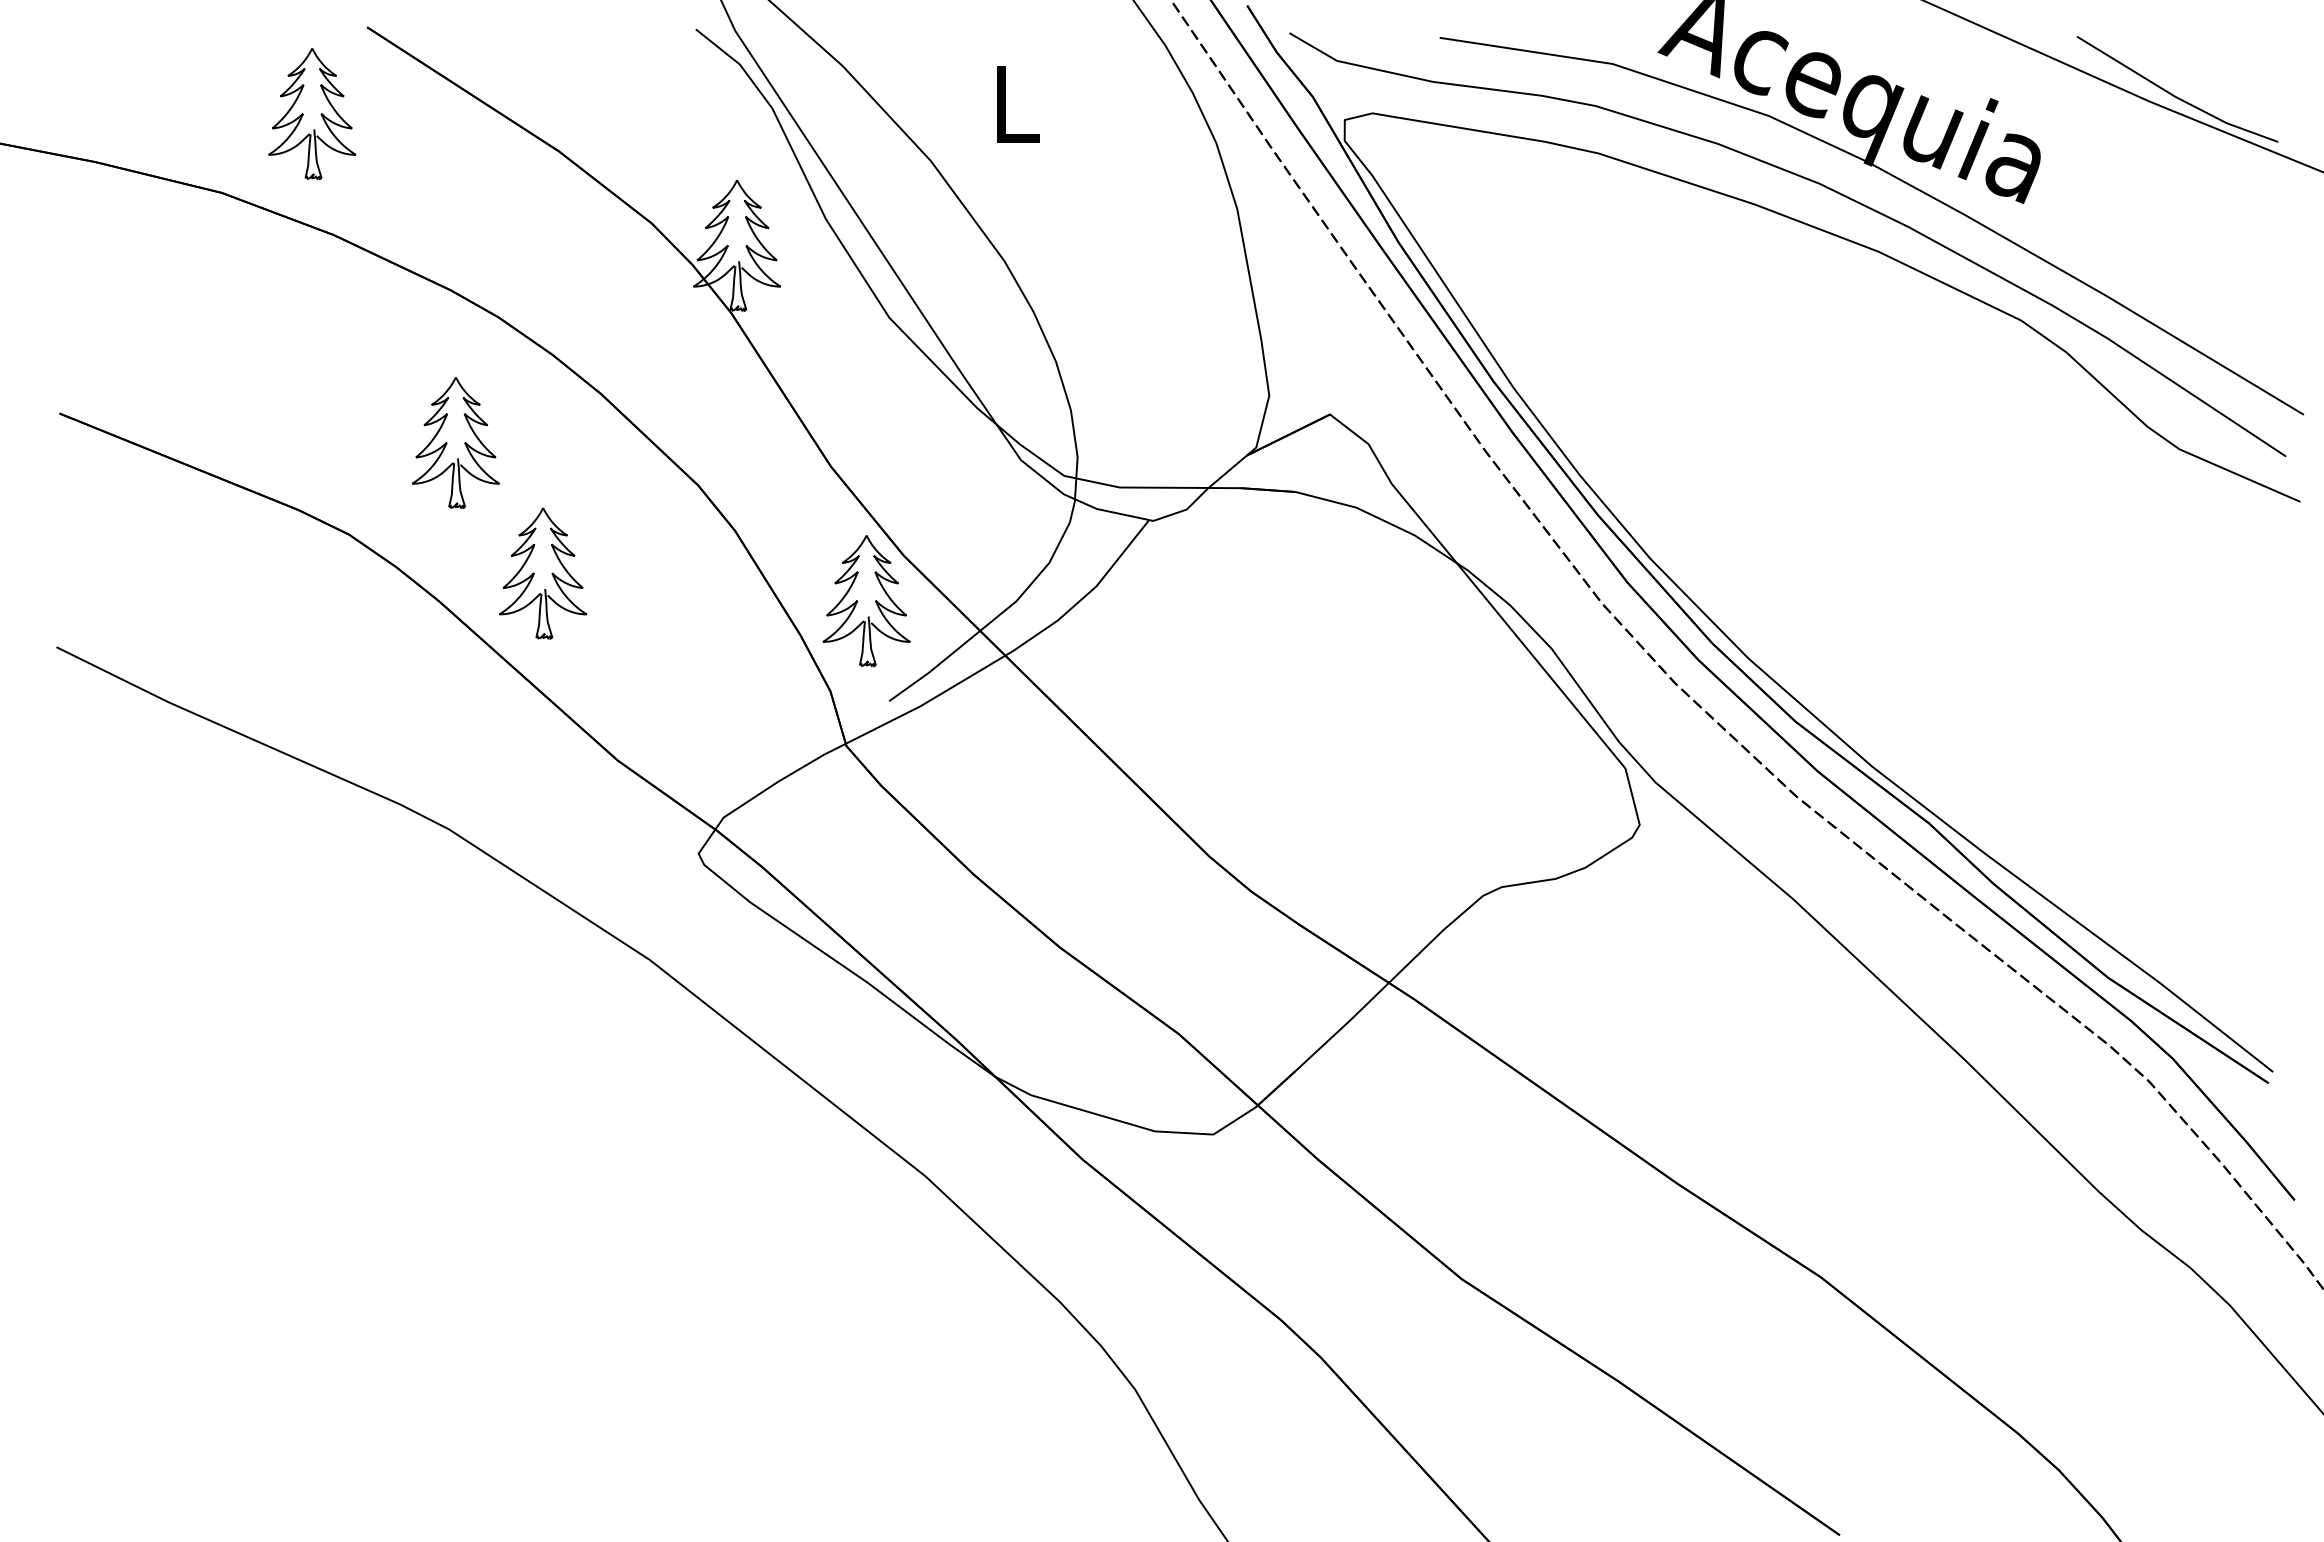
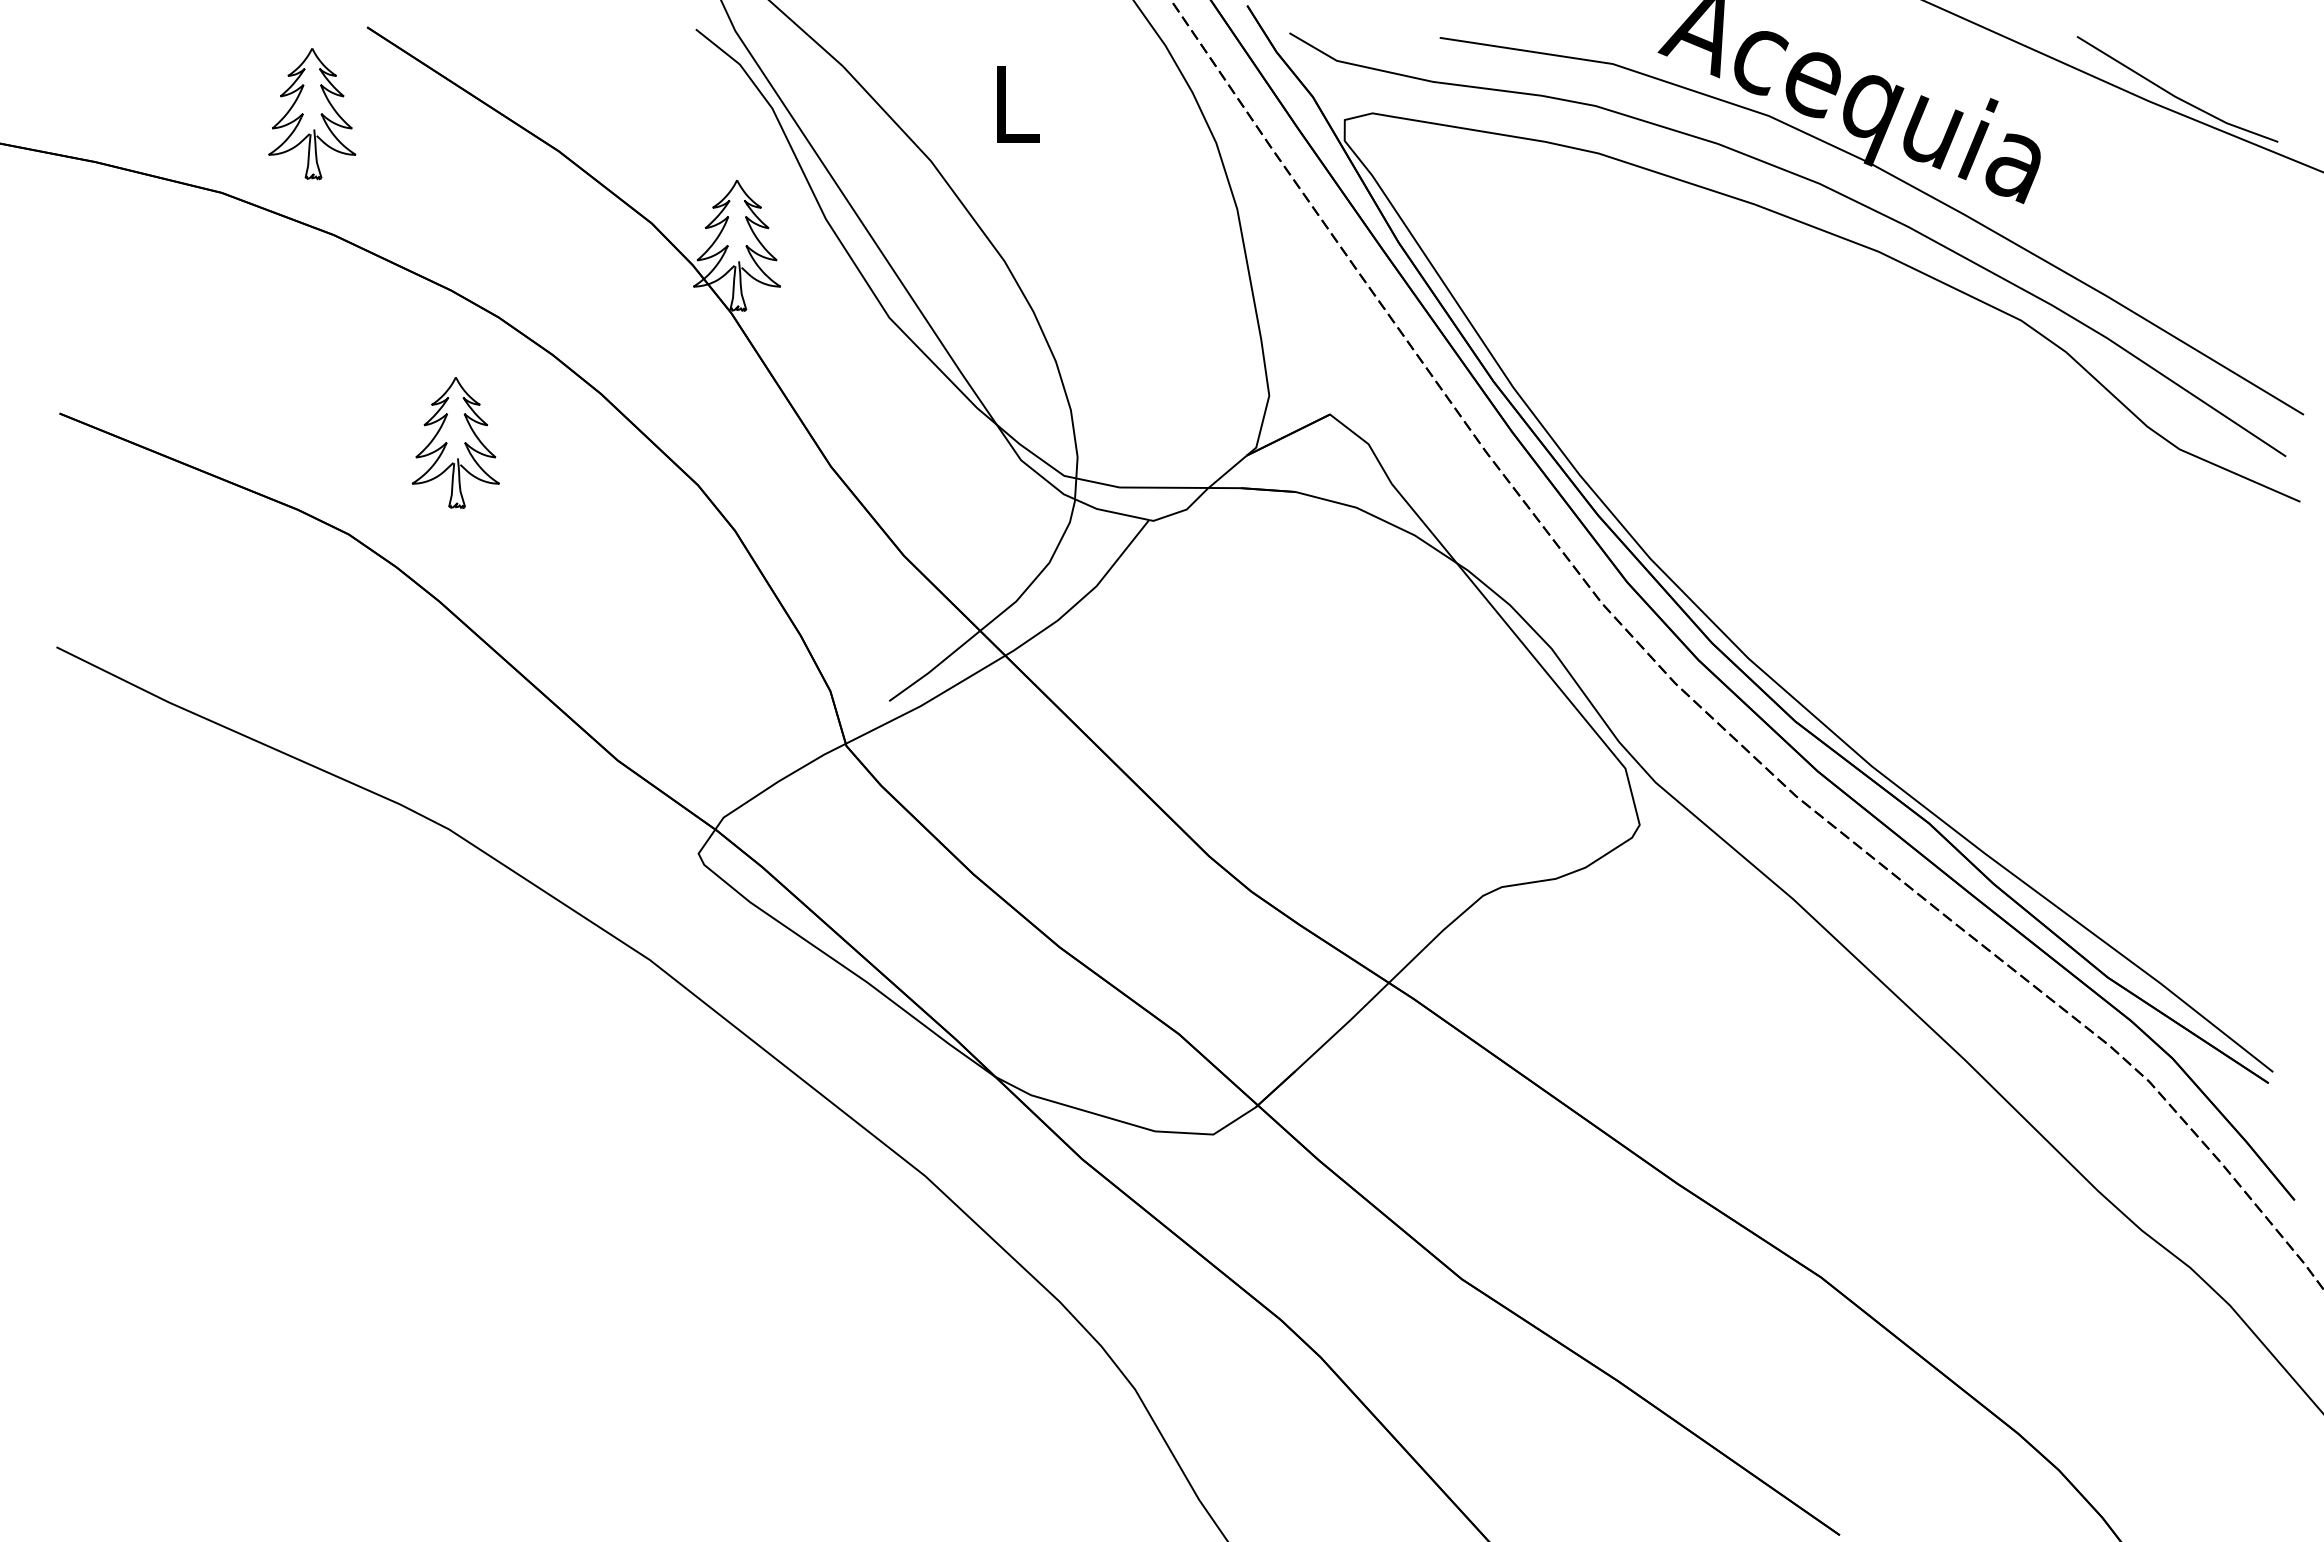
part at (542, 573): present -> none
part at (866, 601): present -> none
